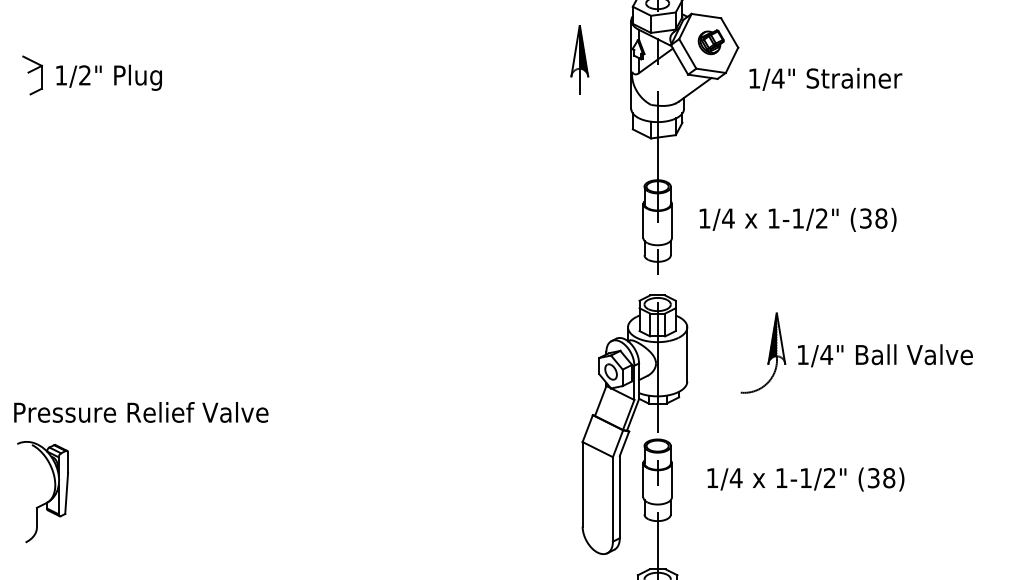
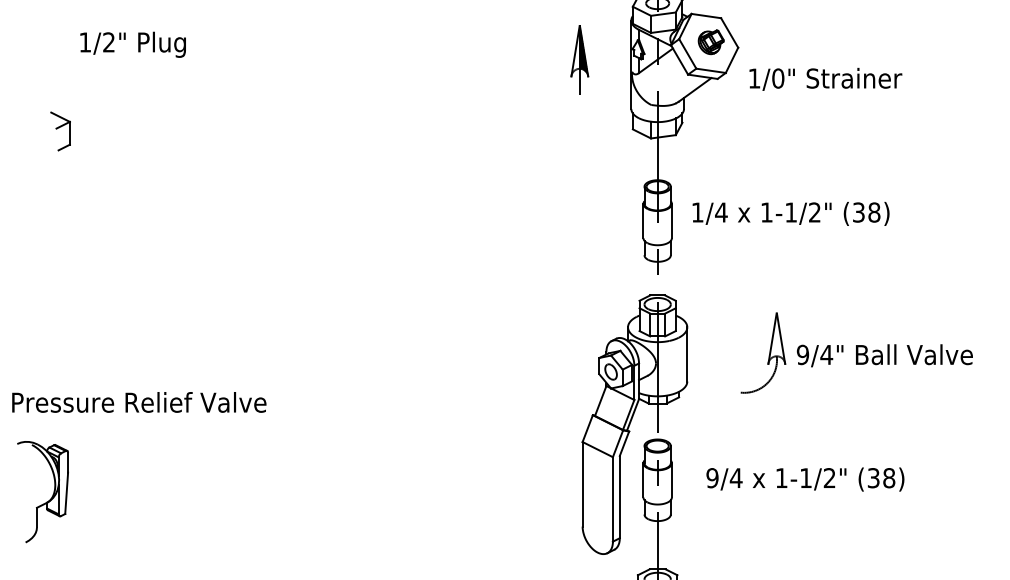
part at (32, 75) position: (32, 75) -> (60, 131)
text at (108, 77) position: (108, 77) -> (132, 44)
text at (777, 78): 1/4" -> 1/0"
text at (797, 219) position: (797, 219) -> (790, 213)
hatch at (772, 336): present -> none
text at (802, 354): 1/4" -> 9/4"
text at (141, 412) position: (141, 412) -> (139, 402)
text at (712, 478): 1/4 -> 9/4
